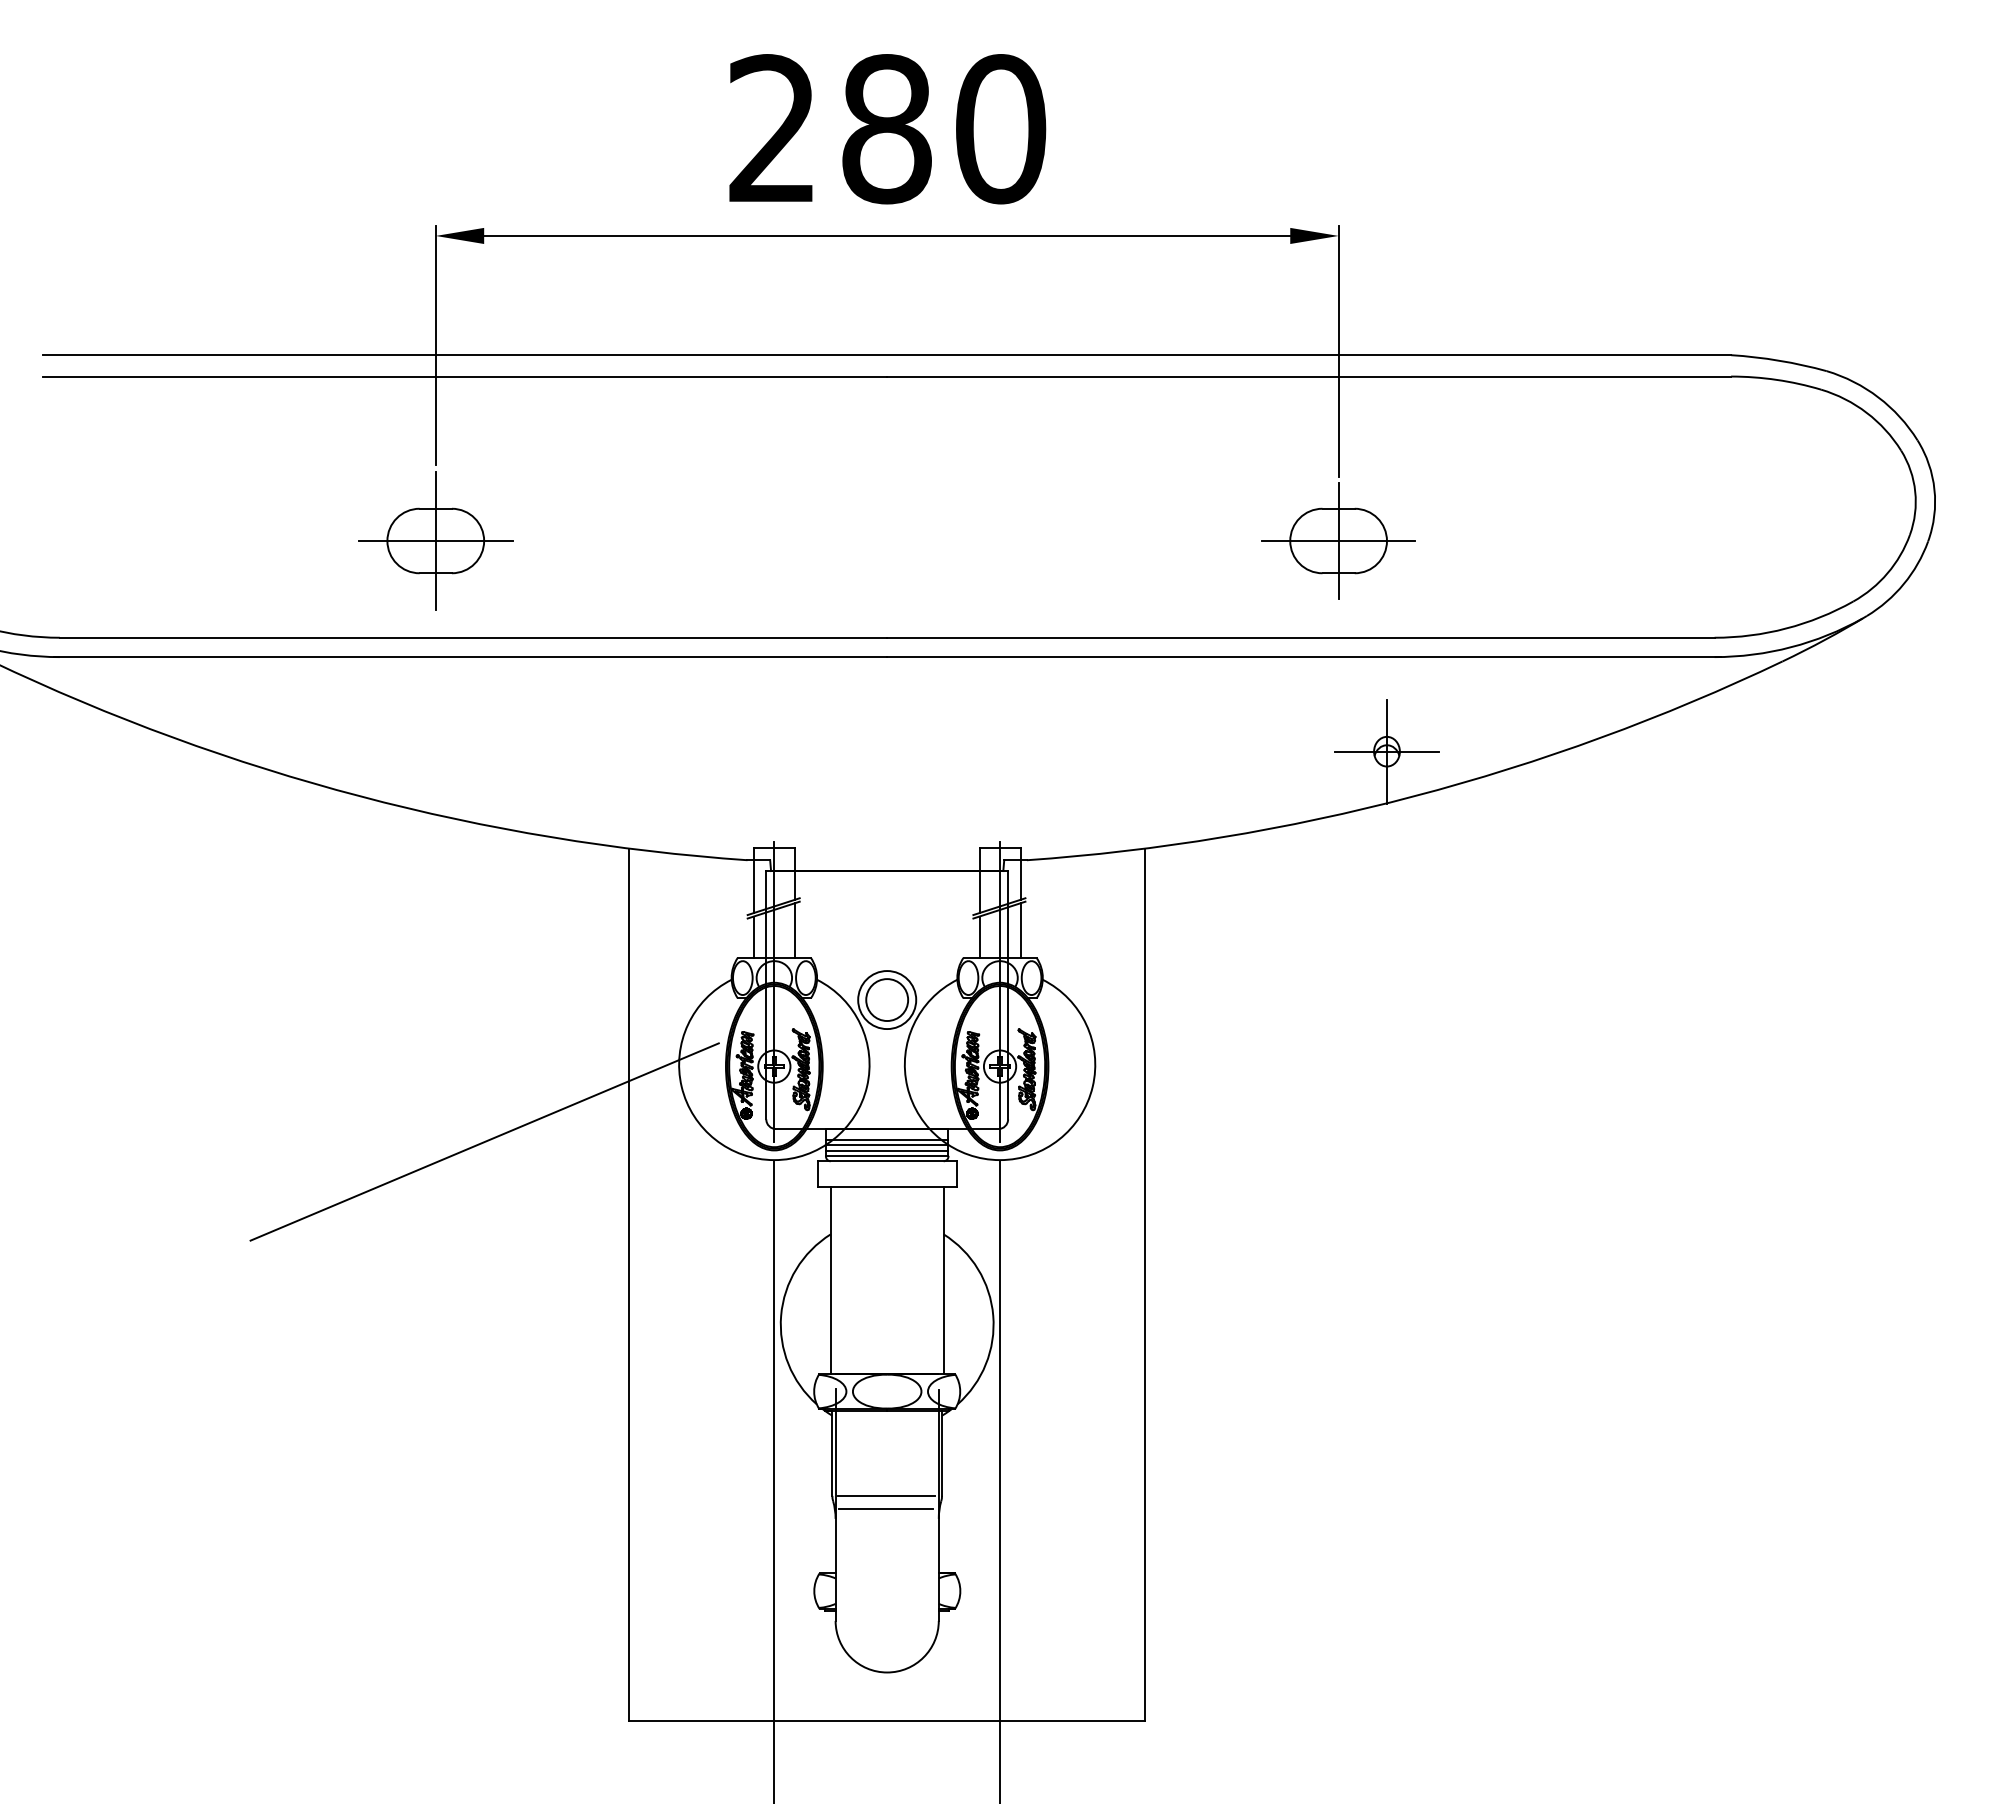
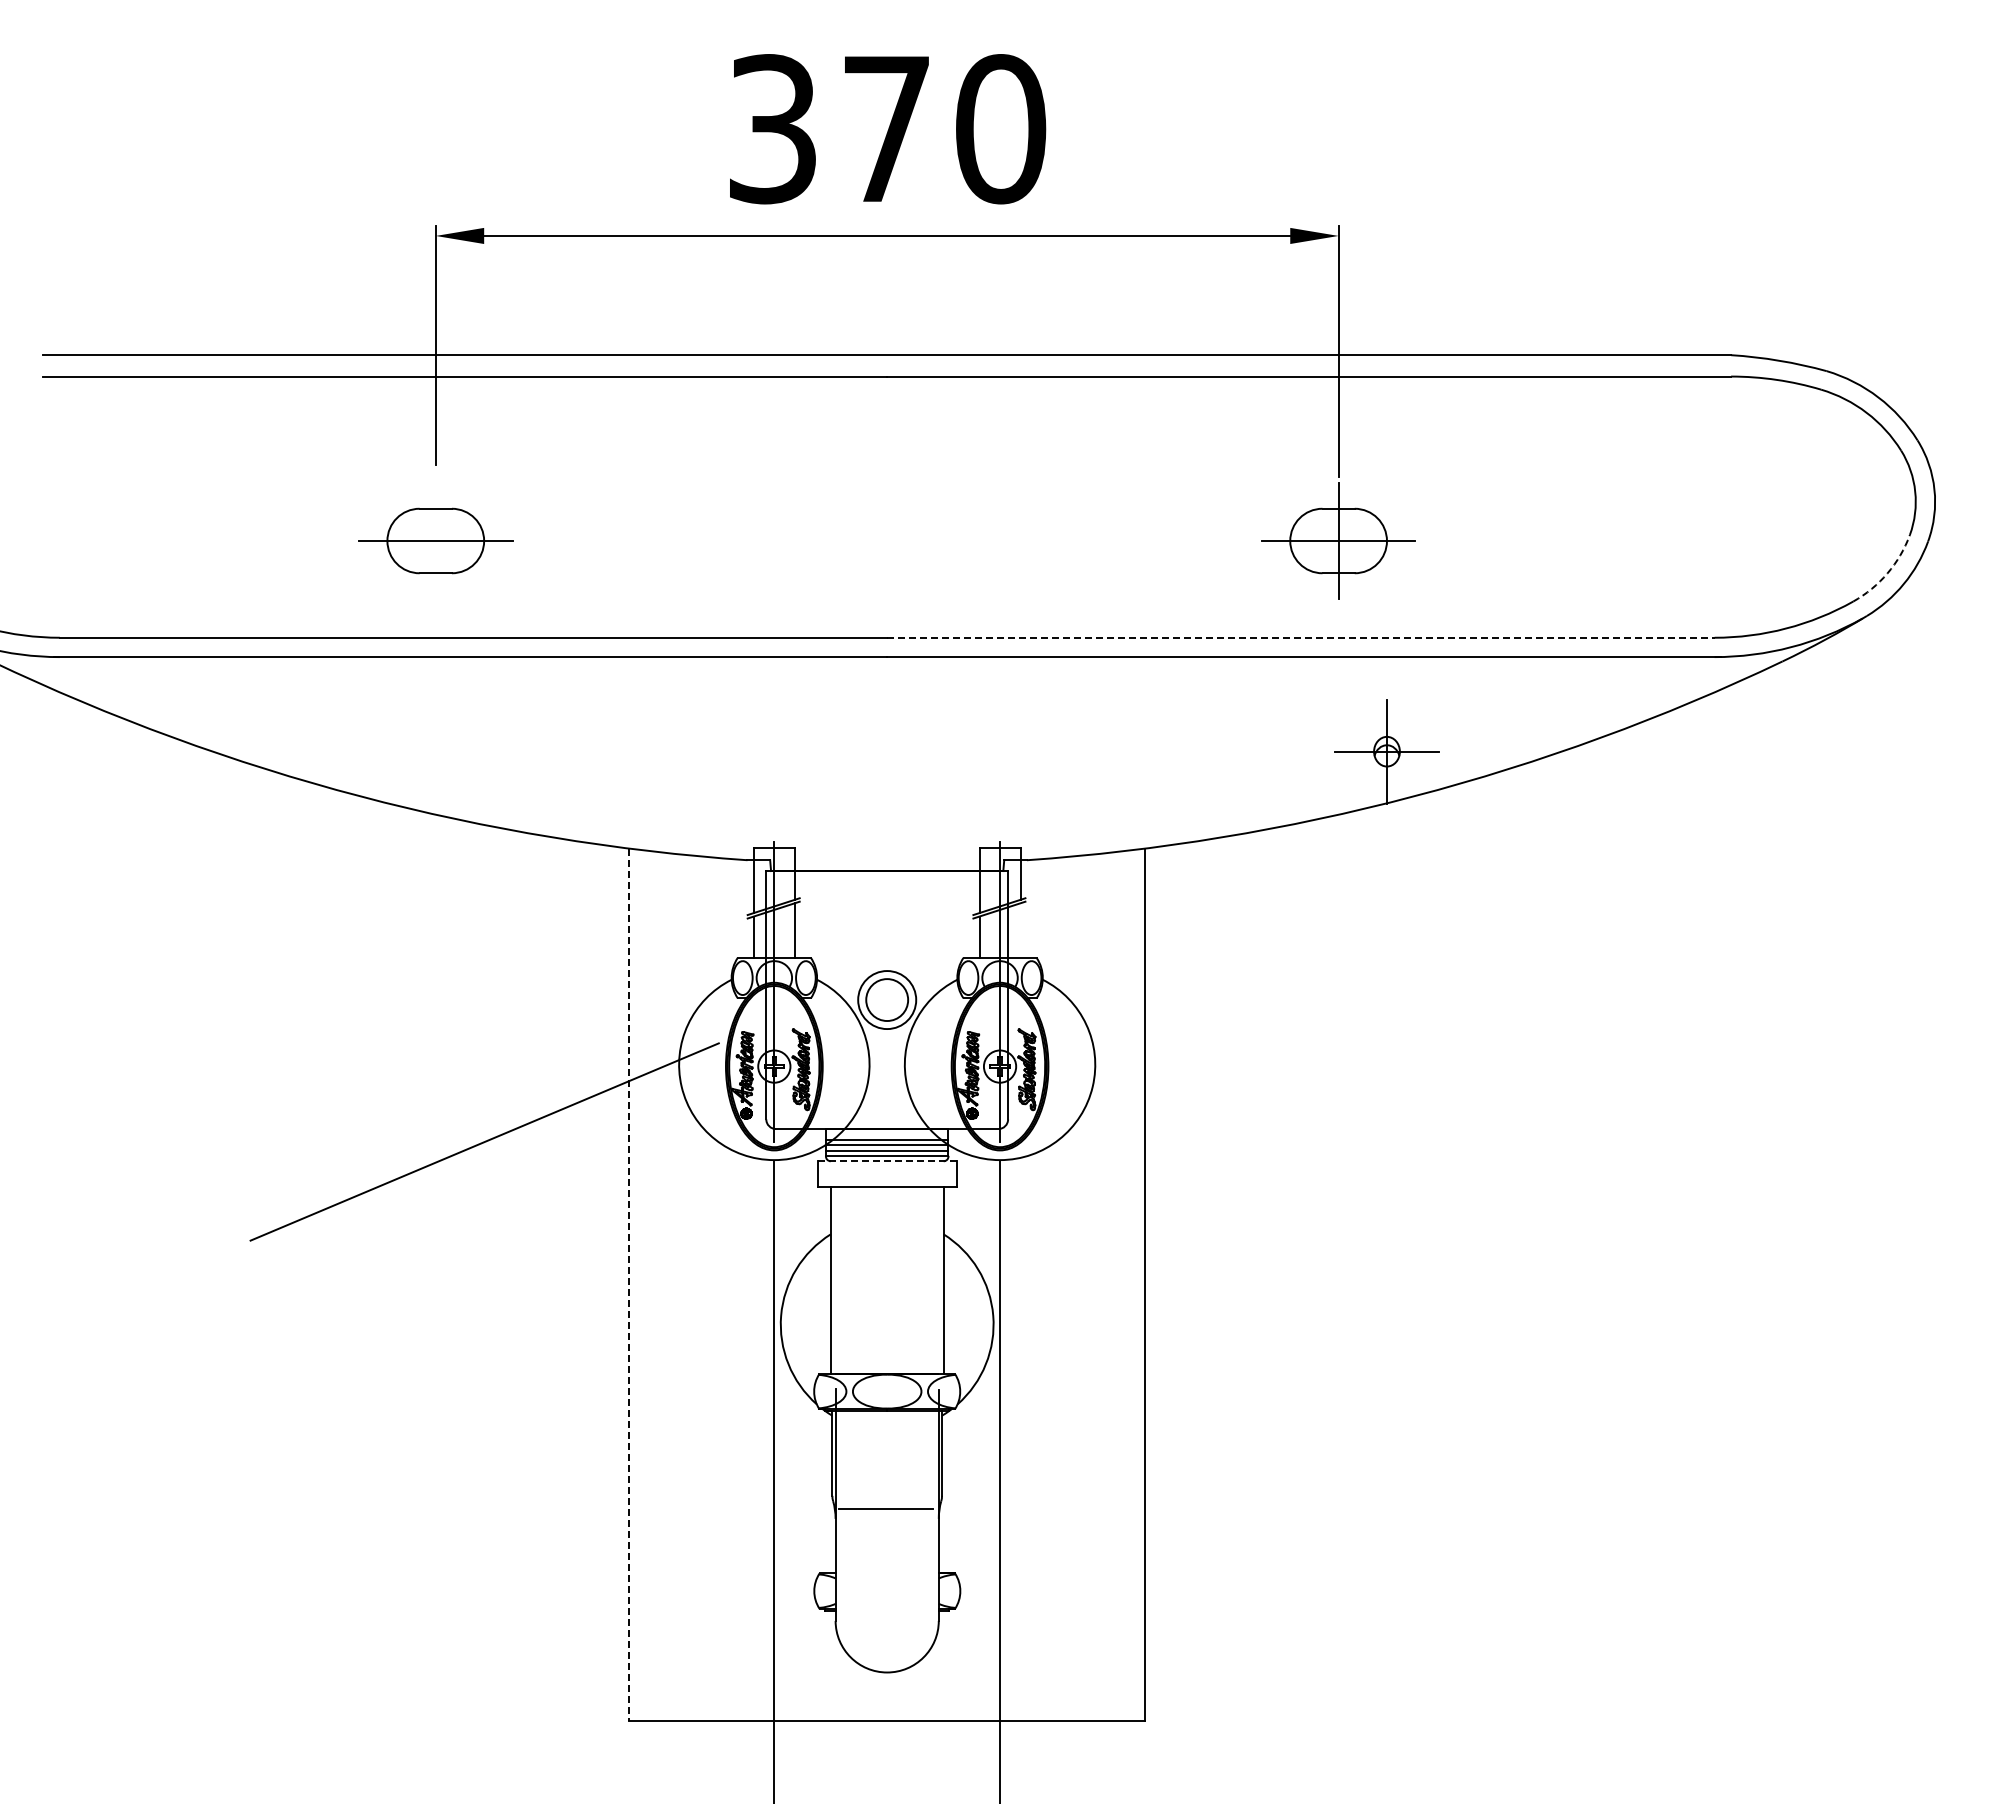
text at (830, 129): 280 -> 370
line at (435, 540): present -> none
arc at (1887, 573): solid -> dashed
line at (1300, 637): solid -> dashed
line at (1020, 930): present -> none
line at (887, 1161): solid -> dashed
line at (629, 1285): solid -> dashed
line at (886, 1495): present -> none
